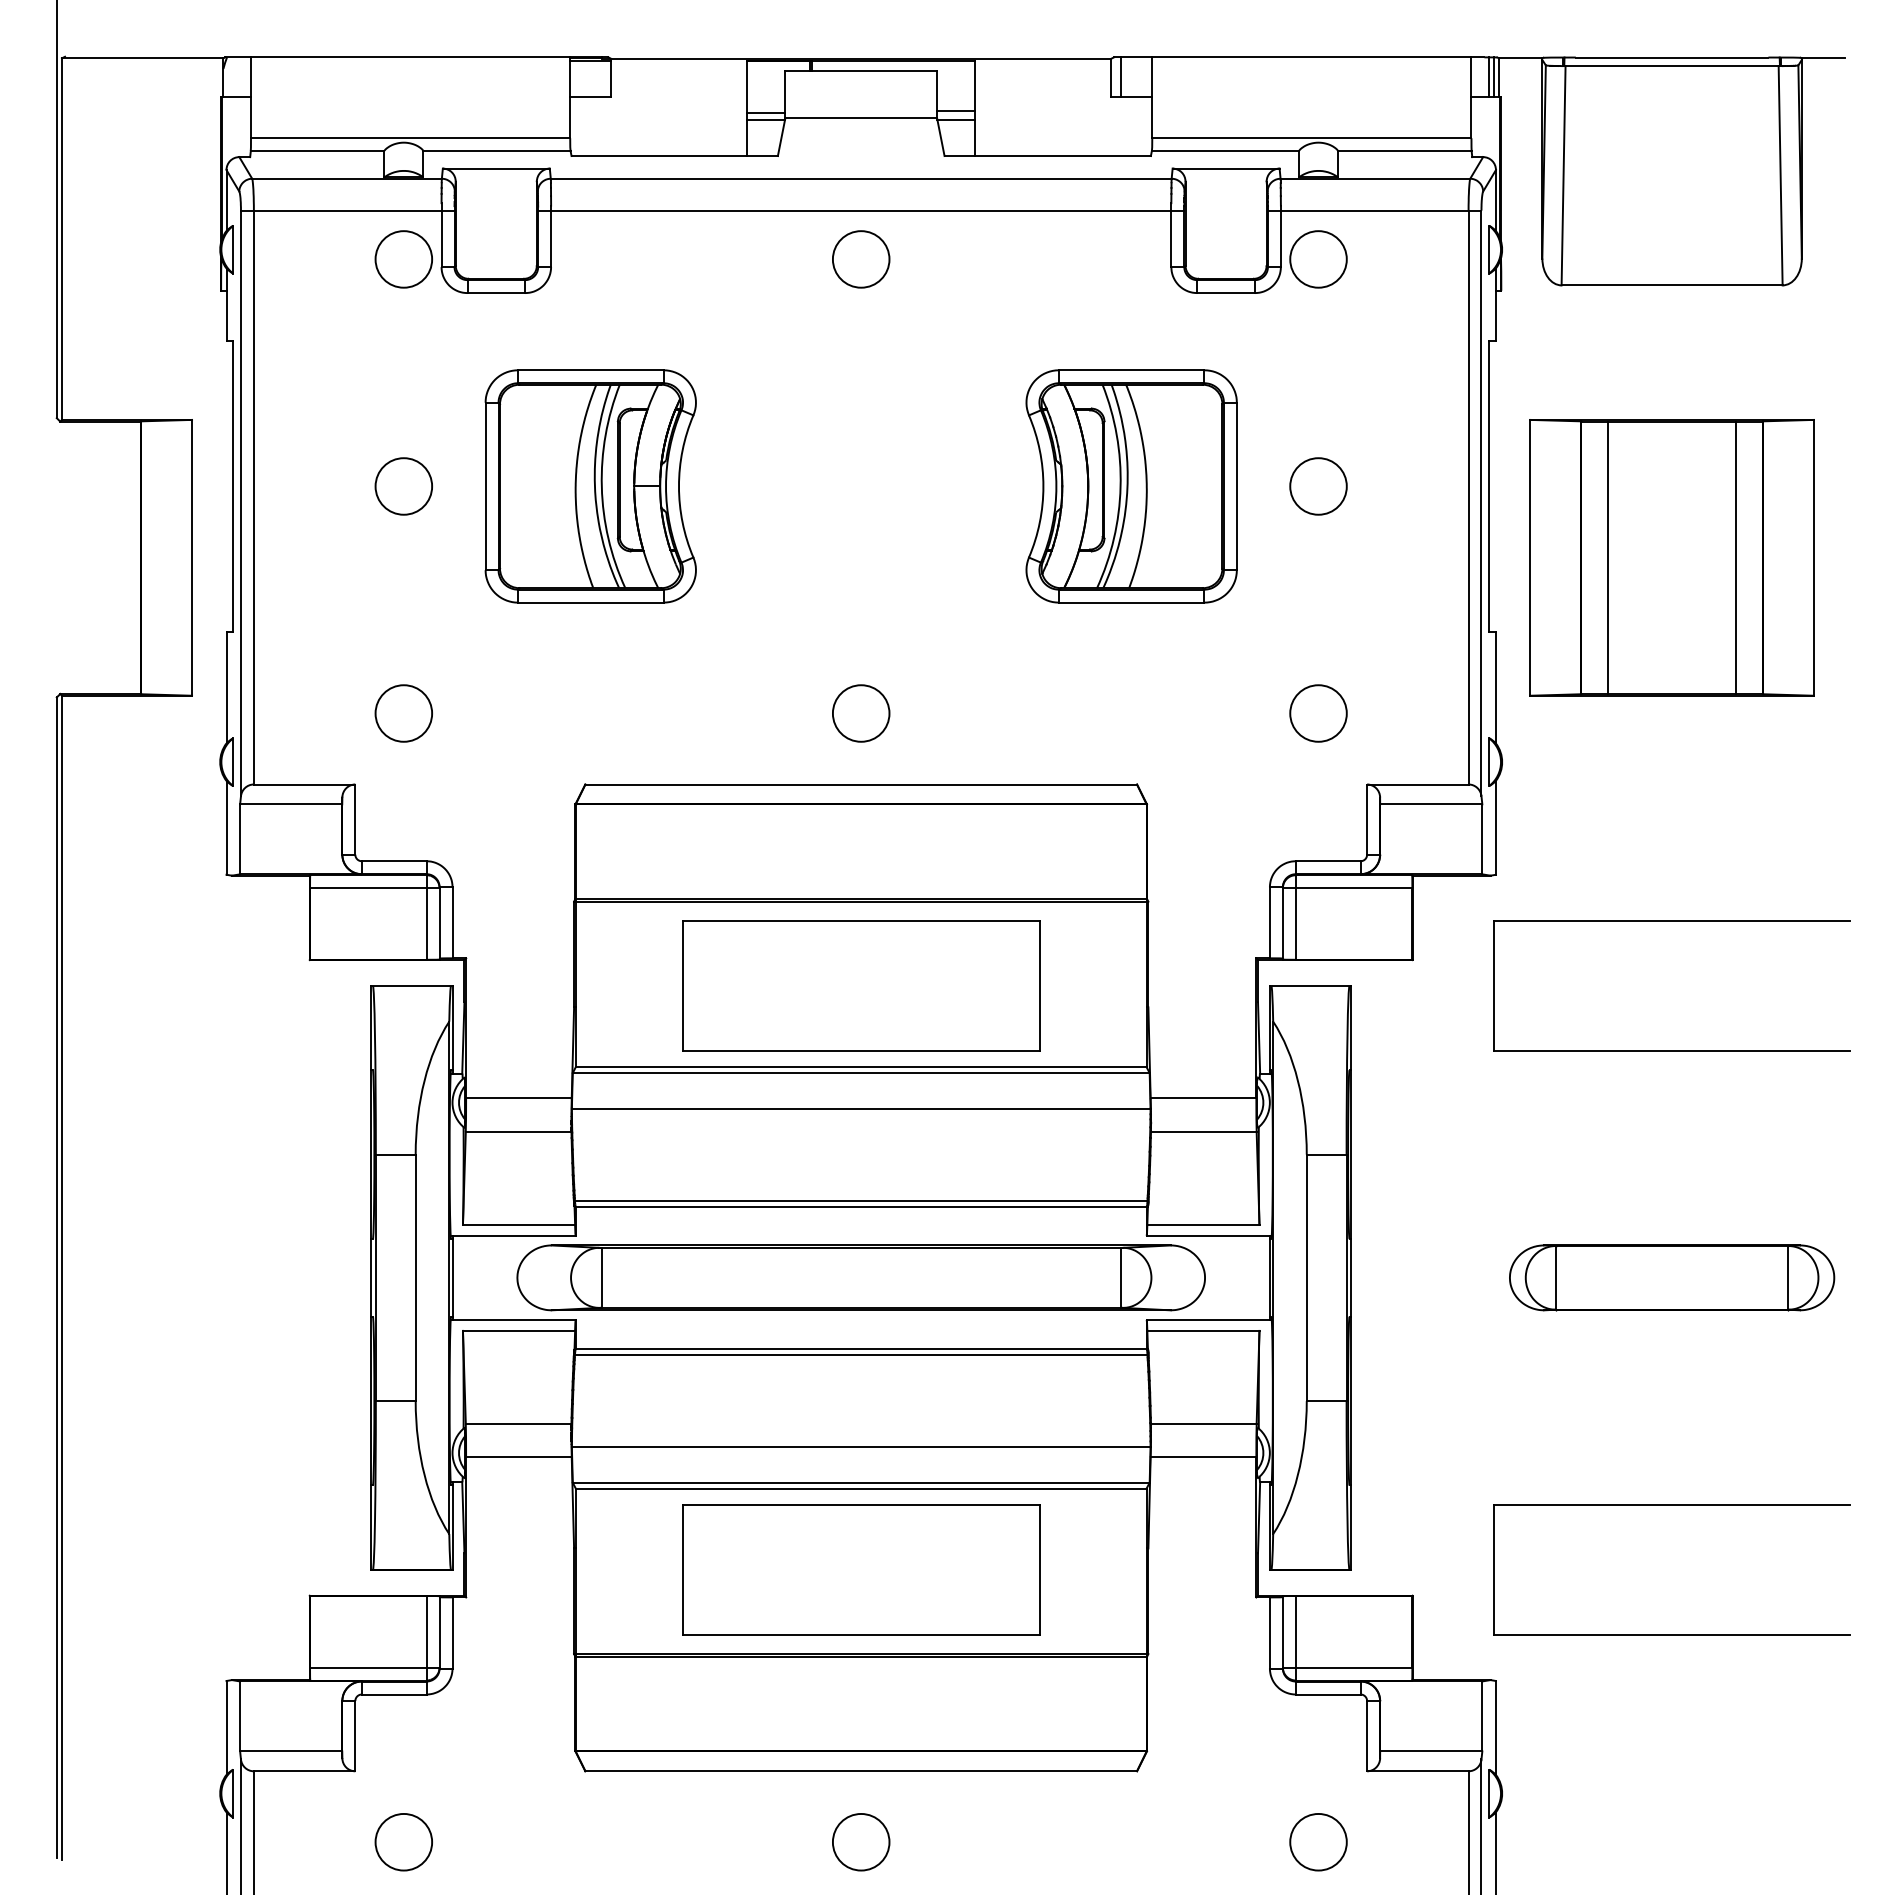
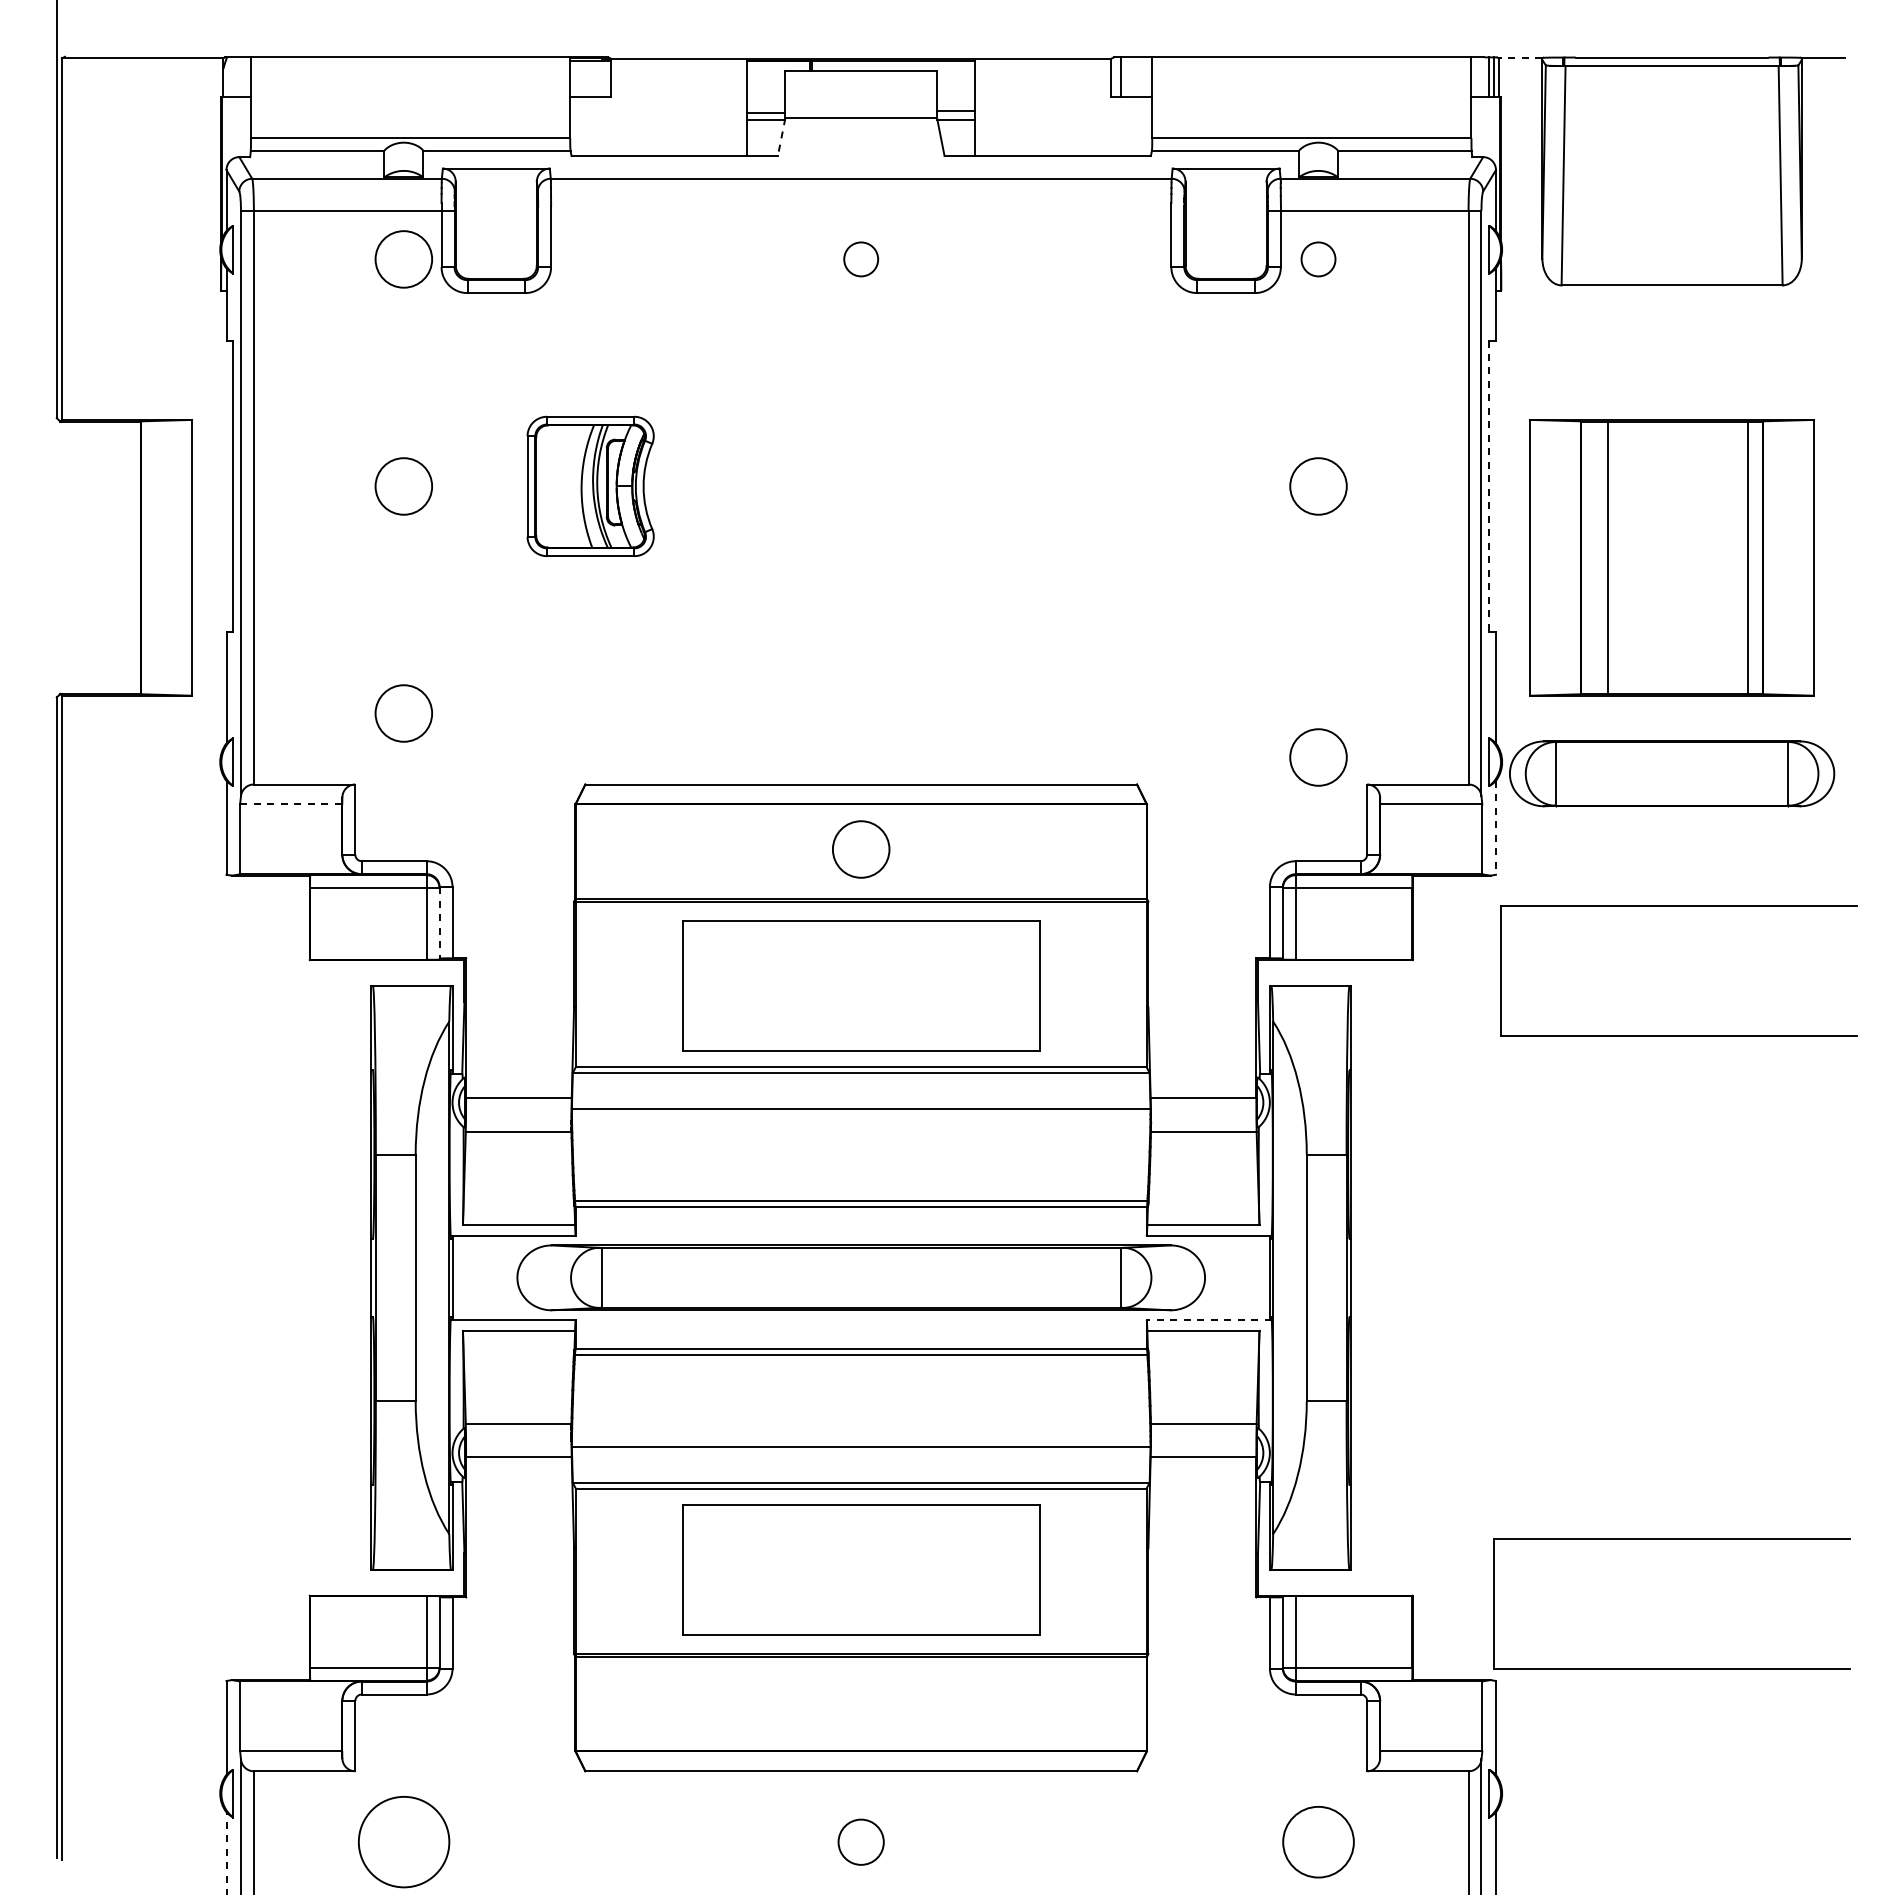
line at (1520, 58): solid -> dashed
line at (781, 137): solid -> dashed
line at (861, 210): present -> none
circle at (860, 259) diameter: 57 px -> 34 px
circle at (1318, 259) diameter: 57 px -> 34 px
part at (590, 486) size: 213x235 px -> 129x143 px
part at (1131, 486): present -> none
line at (1489, 486): solid -> dashed
line at (1735, 557) position: (1735, 557) -> (1747, 557)
circle at (861, 713) position: (861, 713) -> (861, 849)
circle at (1318, 713) position: (1318, 713) -> (1318, 757)
line at (291, 804): solid -> dashed
line at (1495, 827): solid -> dashed
part at (1671, 921) position: (1671, 921) -> (1678, 906)
line at (439, 923): solid -> dashed
part at (1672, 1277) position: (1672, 1277) -> (1672, 773)
line at (1209, 1320): solid -> dashed
part at (1671, 1505) position: (1671, 1505) -> (1671, 1539)
circle at (860, 1841) diameter: 57 px -> 45 px
circle at (403, 1842) size: 59x59 px -> 93x93 px
circle at (1318, 1842) size: 59x59 px -> 73x73 px
line at (226, 1853): solid -> dashed
